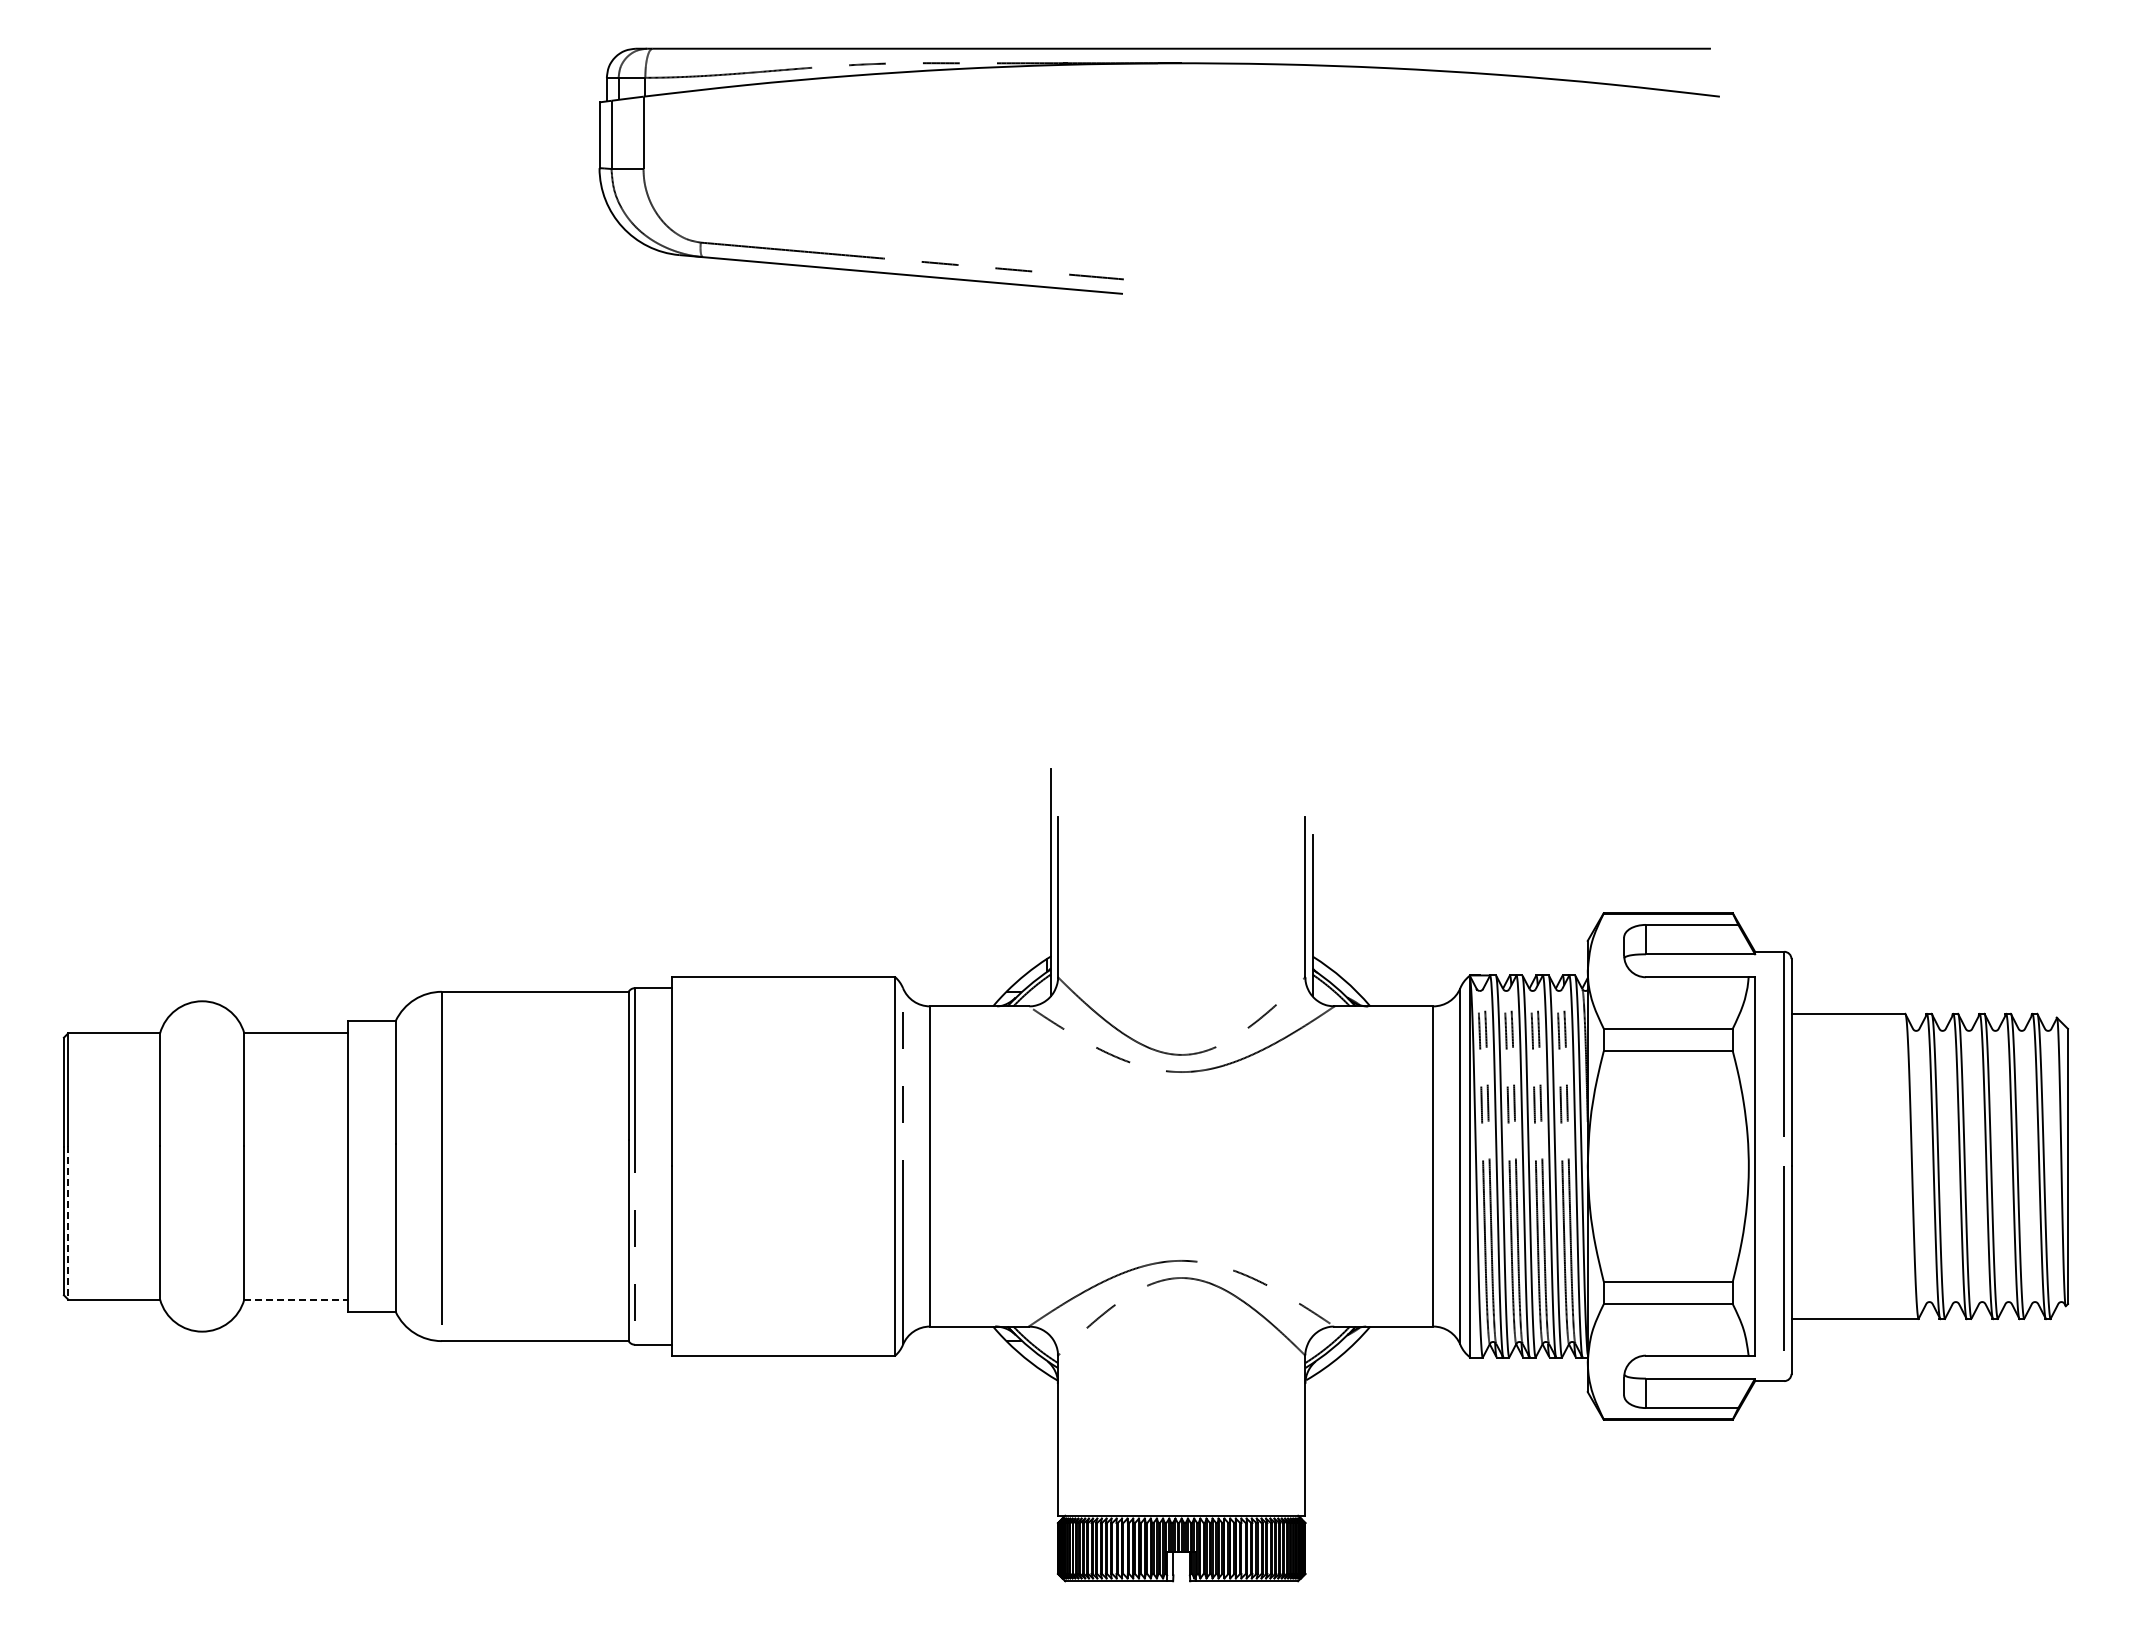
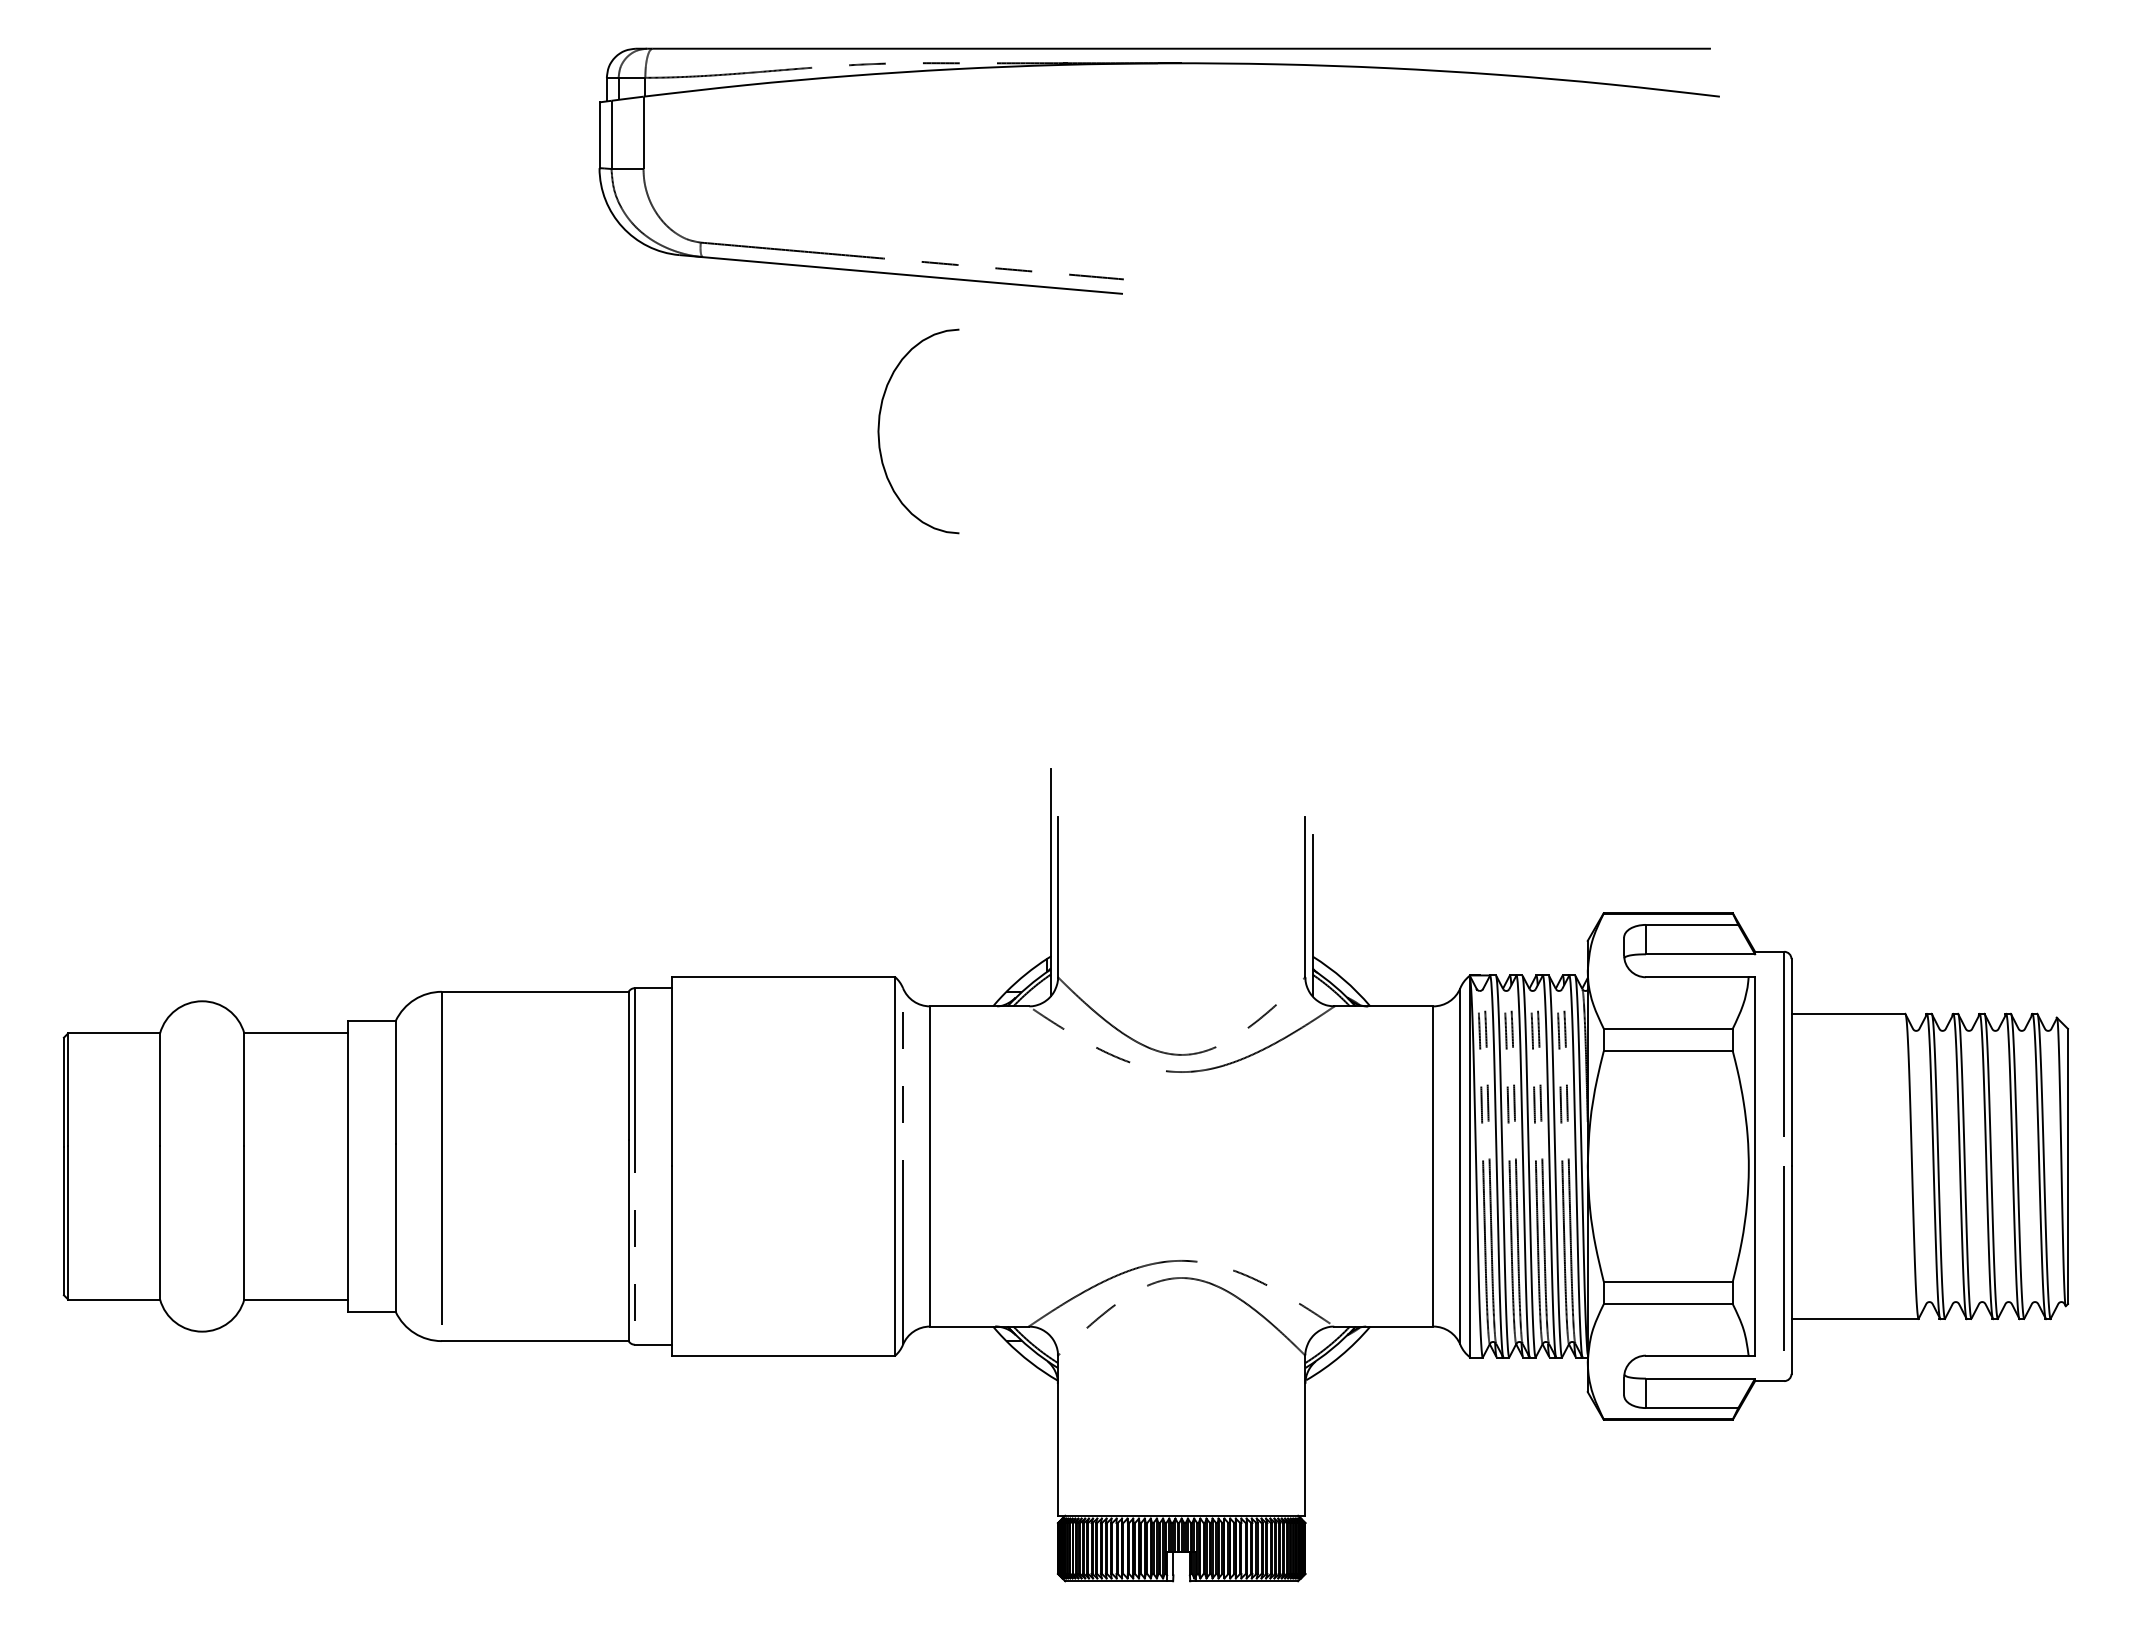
curve at (879, 431): none -> present
line at (68, 1222): dashed -> solid
line at (296, 1299): dashed -> solid
